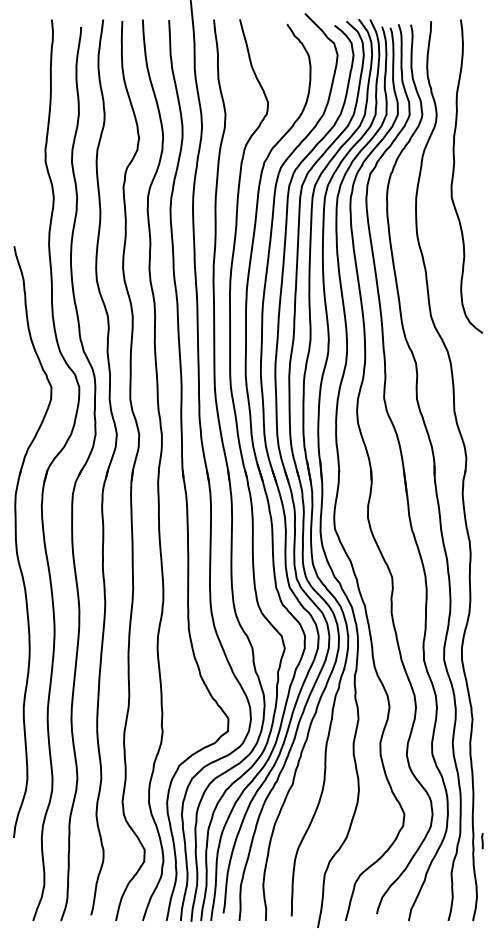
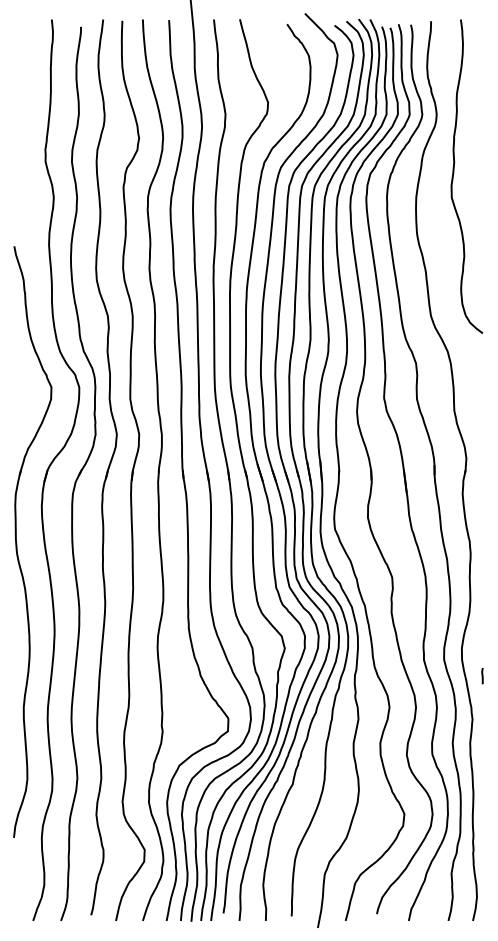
line at (482, 841) position: (482, 841) -> (482, 676)
